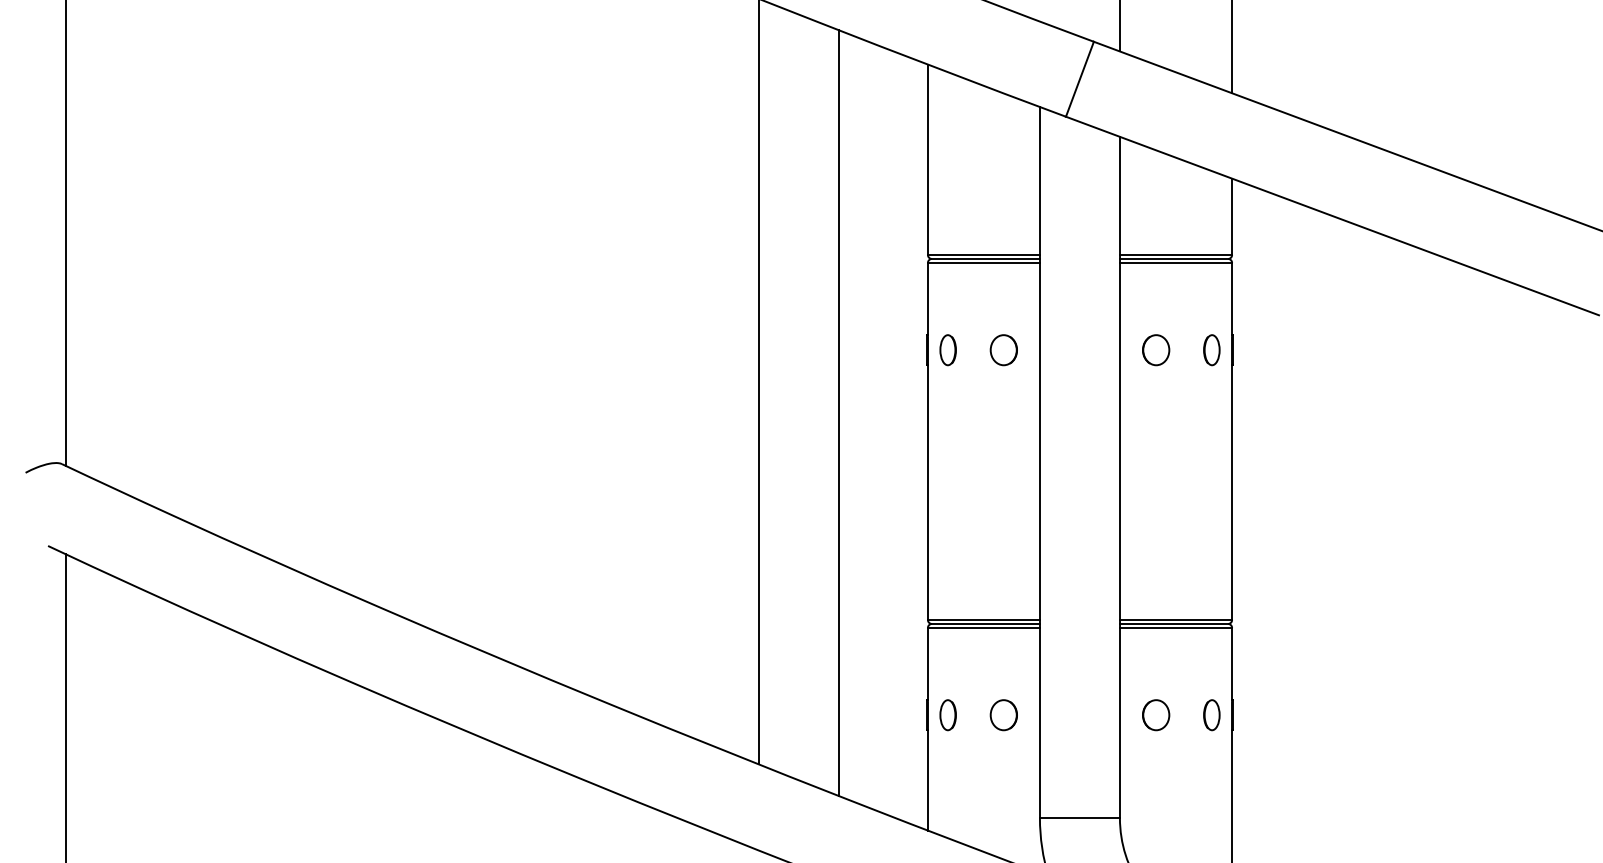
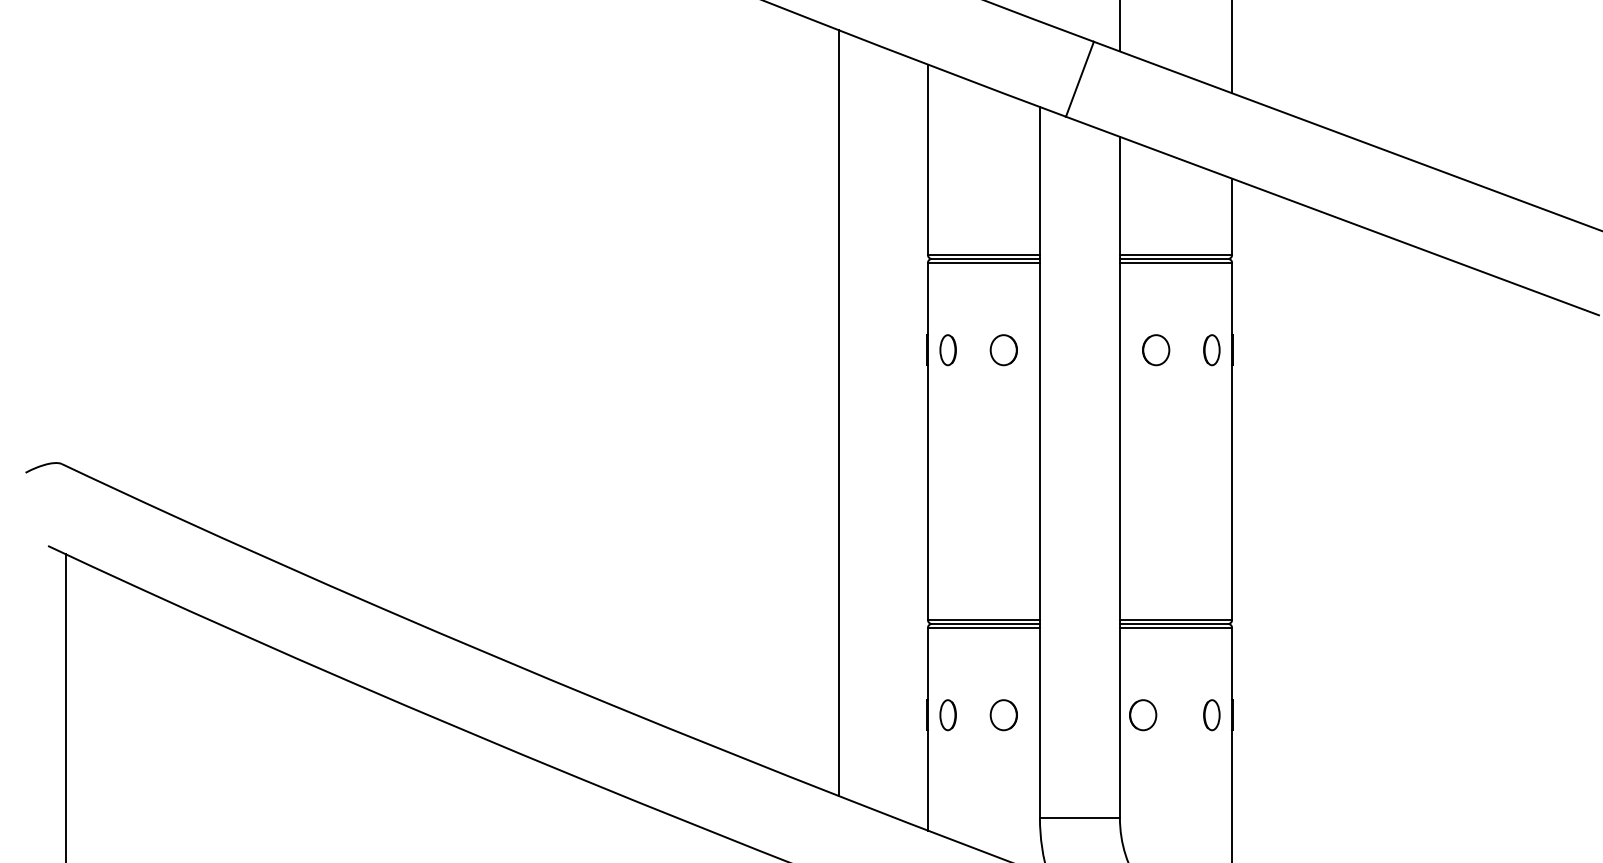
line at (65, 233): present -> none
line at (758, 383): present -> none
part at (1156, 715) position: (1156, 715) -> (1143, 715)
